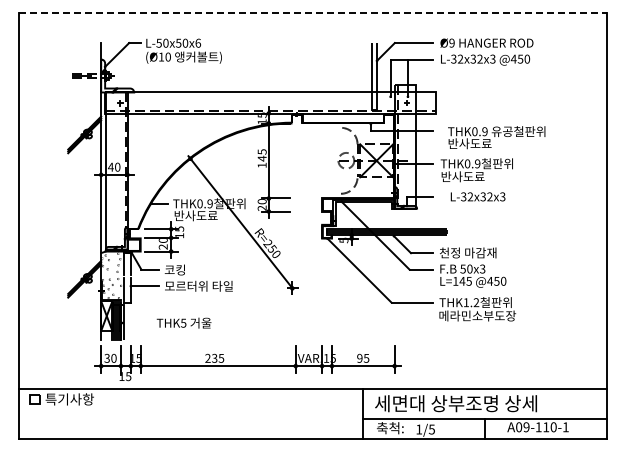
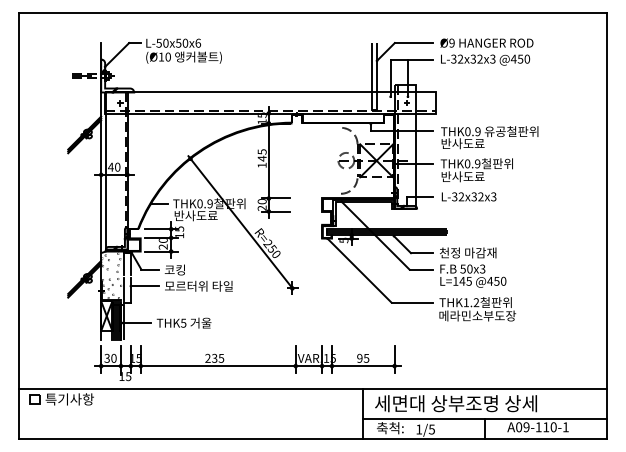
line at (313, 13): dashed -> solid
text at (496, 137) position: (496, 137) -> (489, 137)
text at (477, 196) position: (477, 196) -> (468, 196)
line at (136, 323): none -> present
